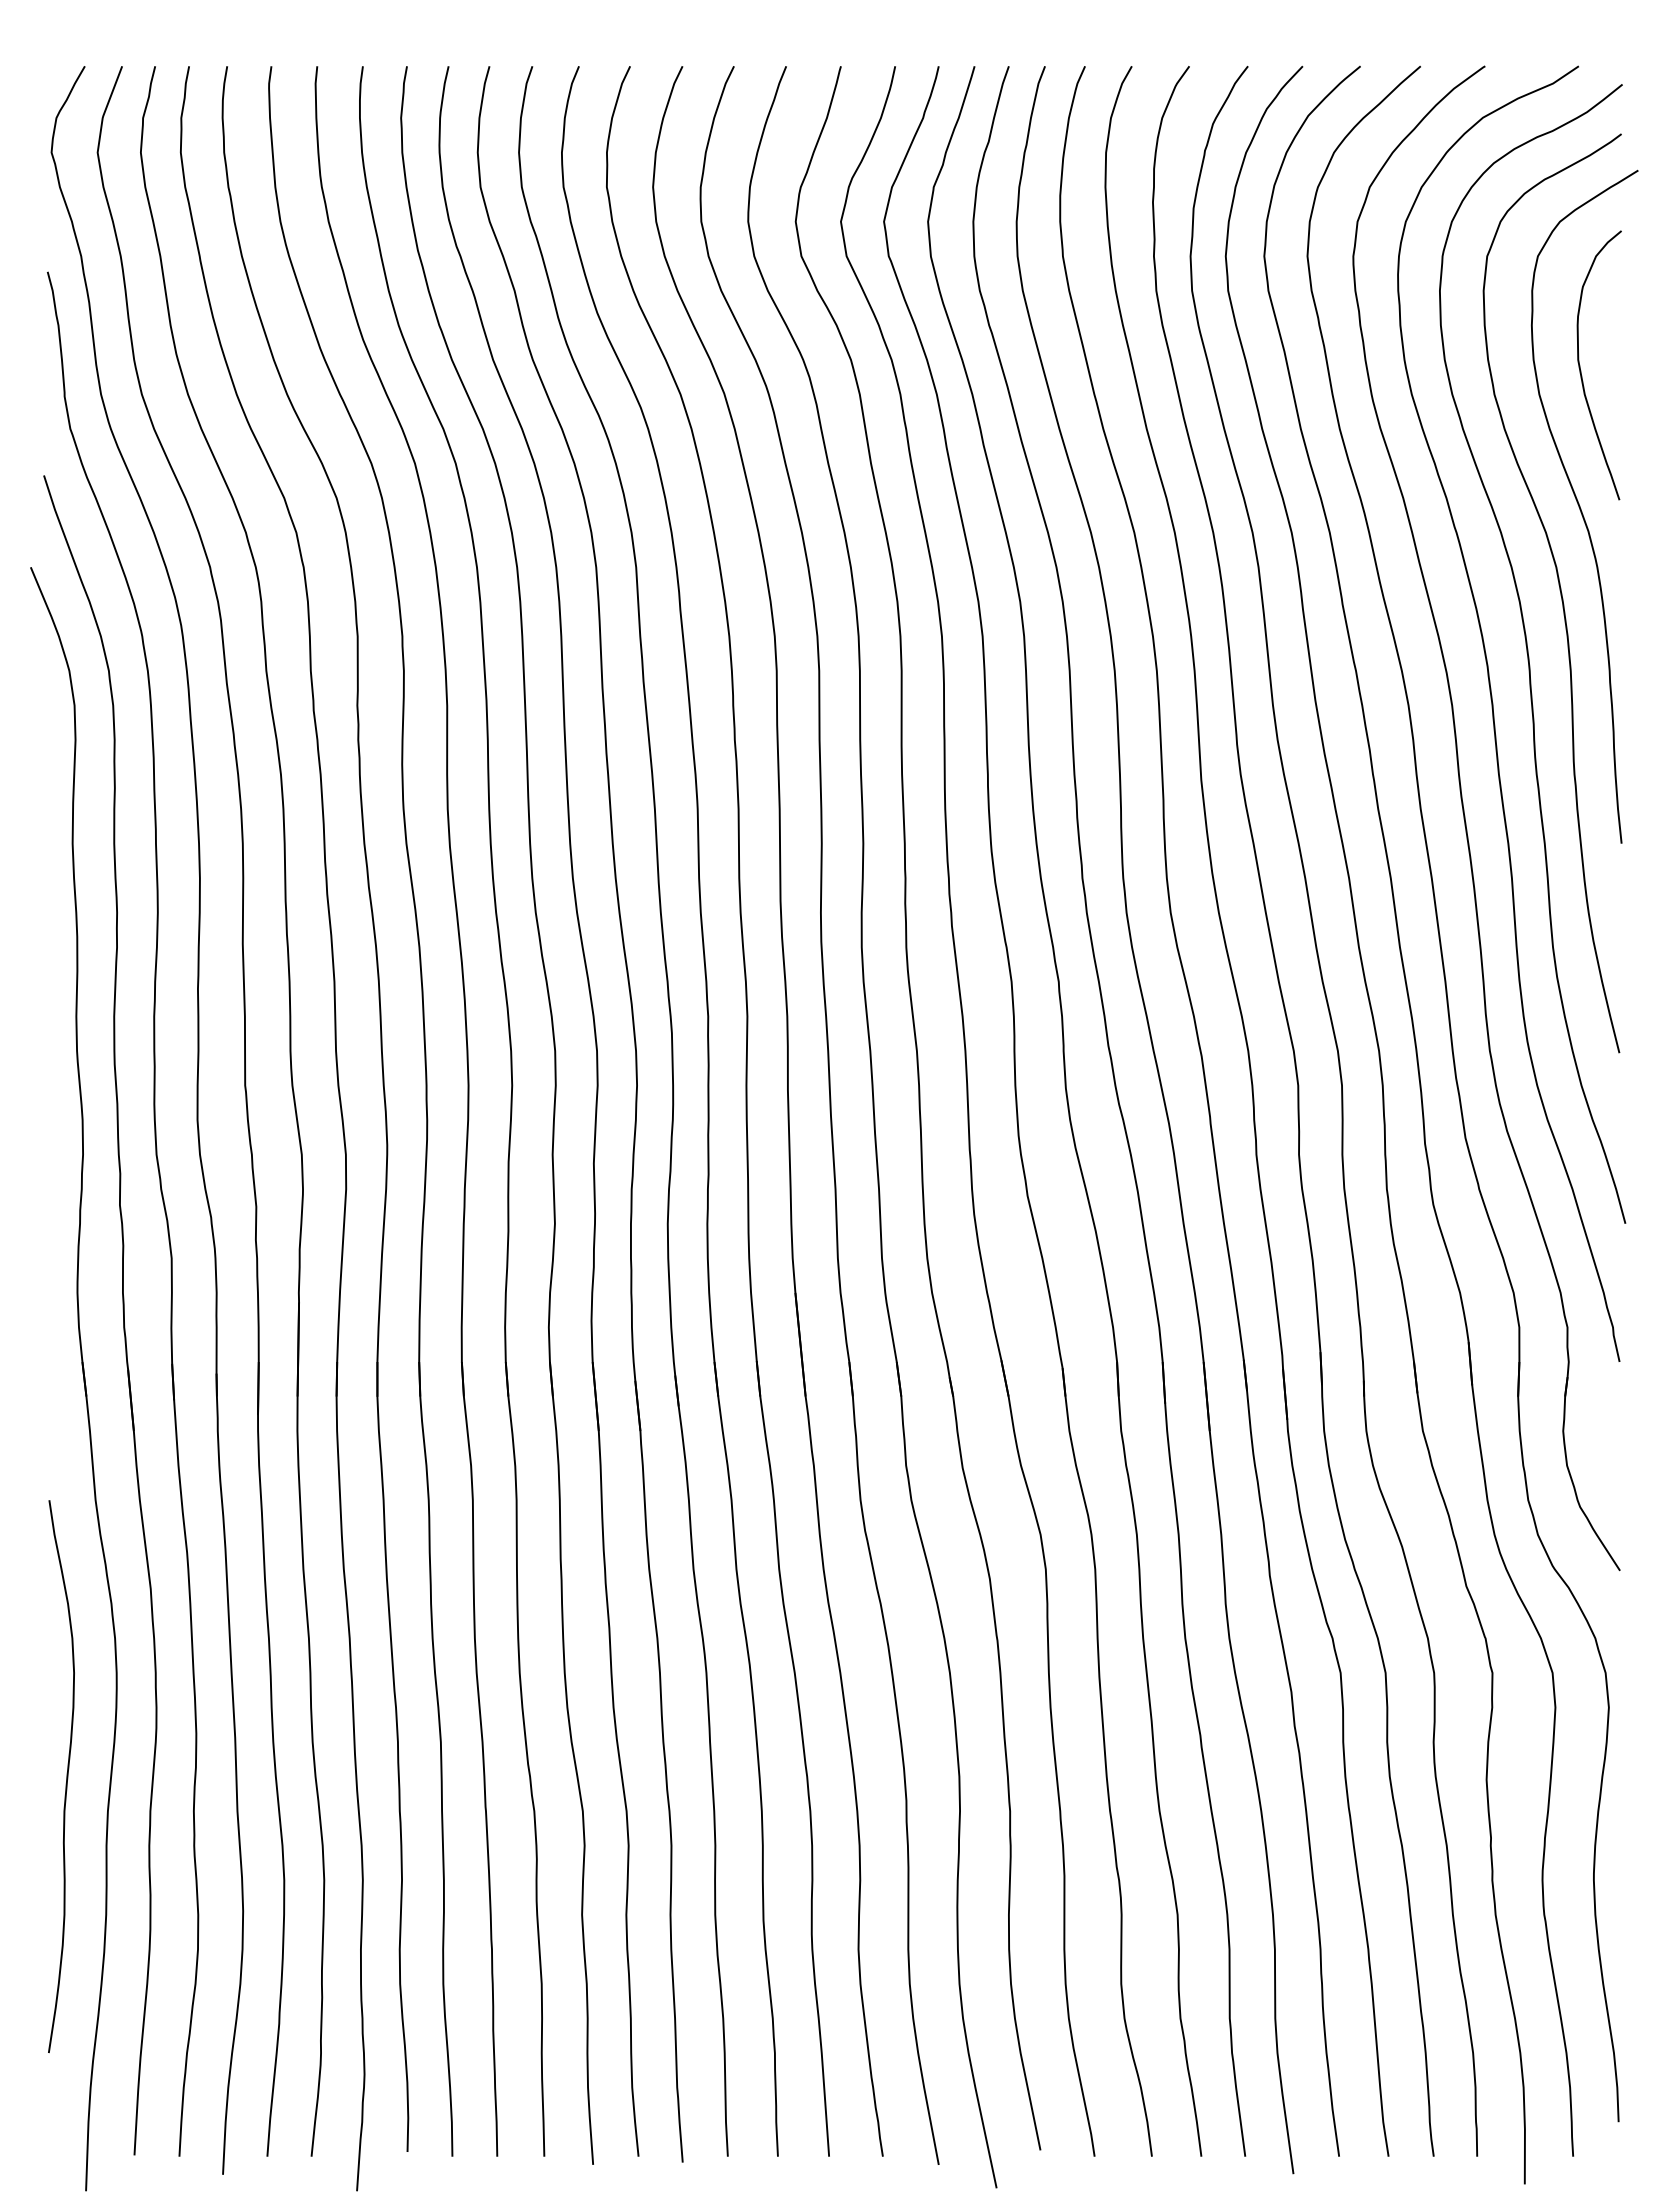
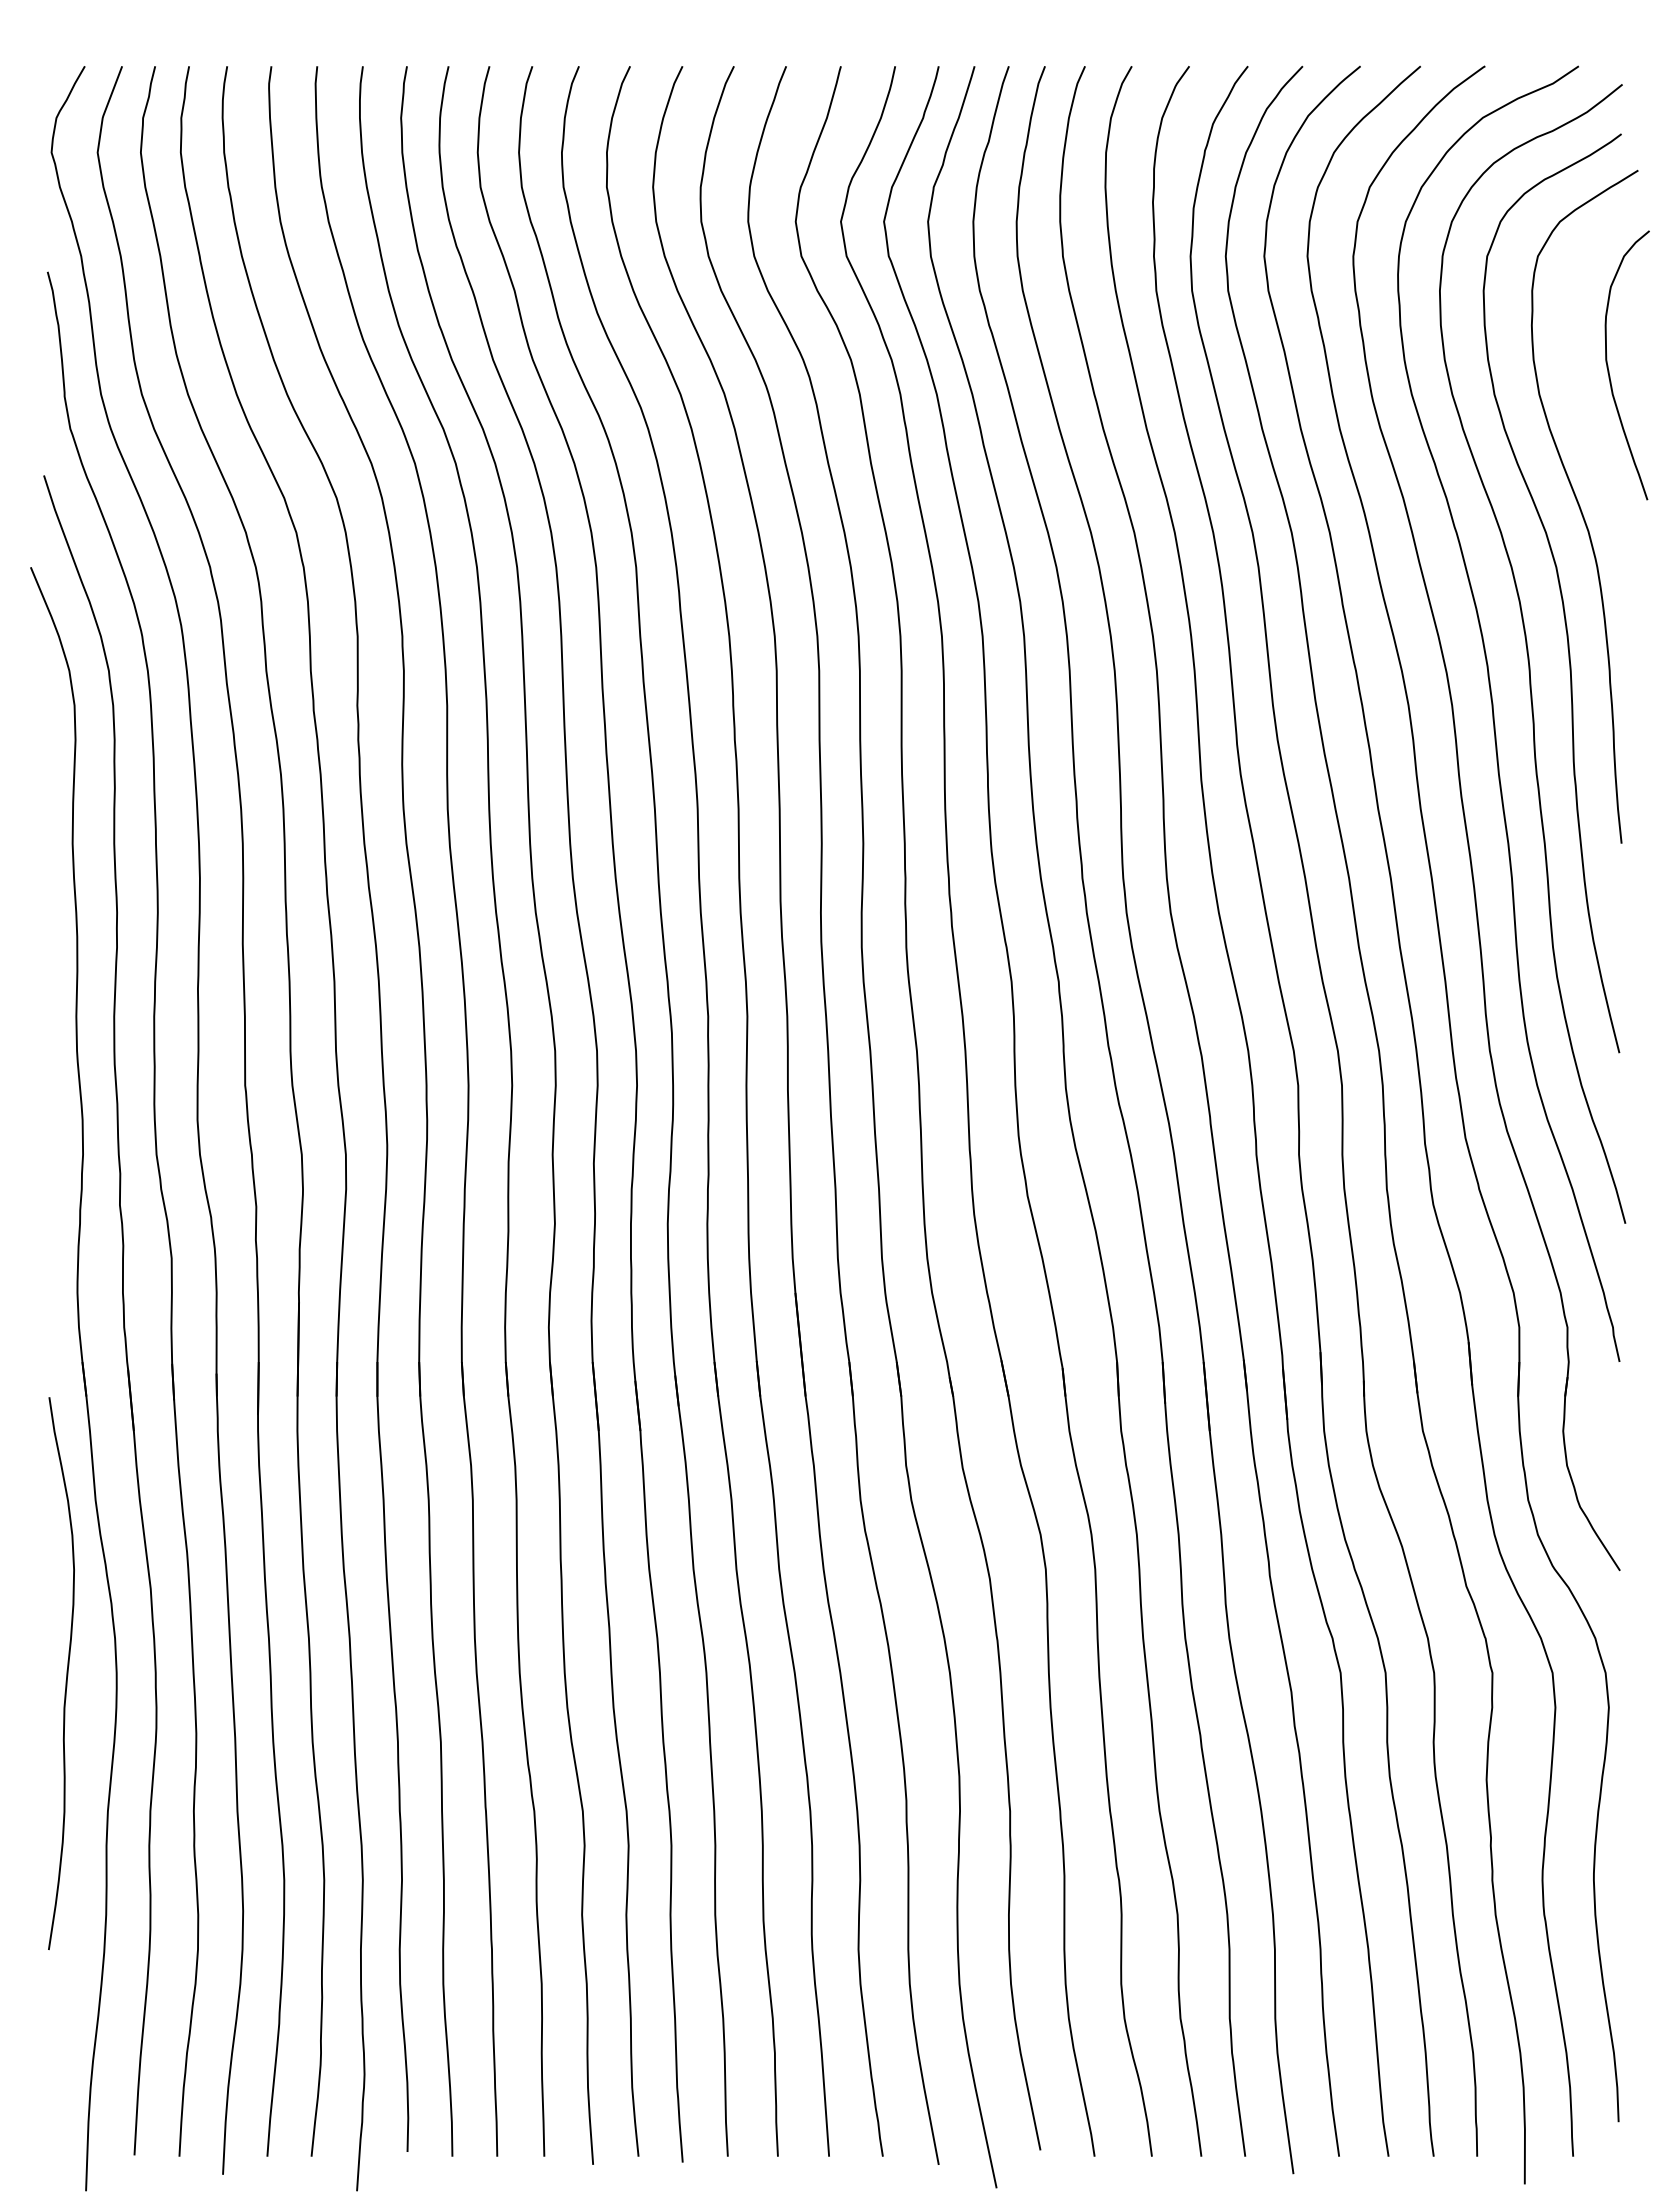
curve at (1581, 370) position: (1581, 370) -> (1609, 370)
curve at (66, 1776) position: (66, 1776) -> (66, 1673)
